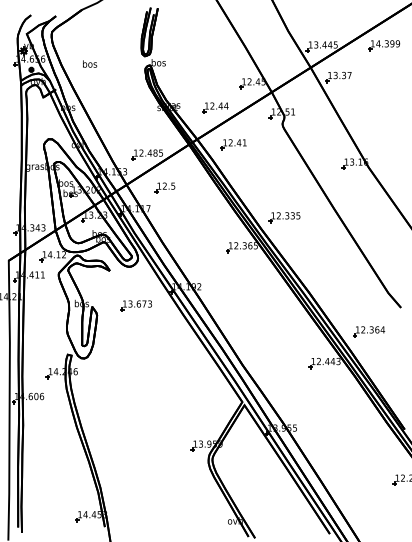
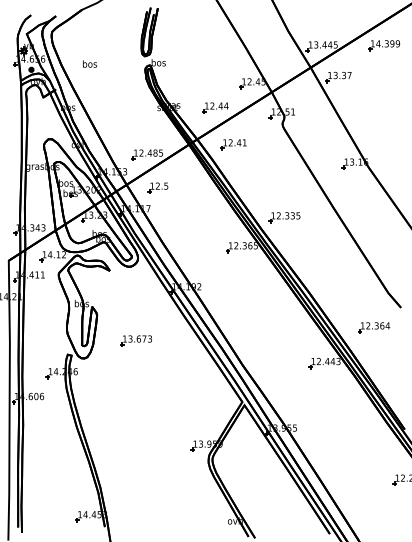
part at (164, 187) position: (164, 187) -> (157, 187)
part at (135, 305) position: (135, 305) -> (135, 340)
part at (369, 331) position: (369, 331) -> (374, 327)
